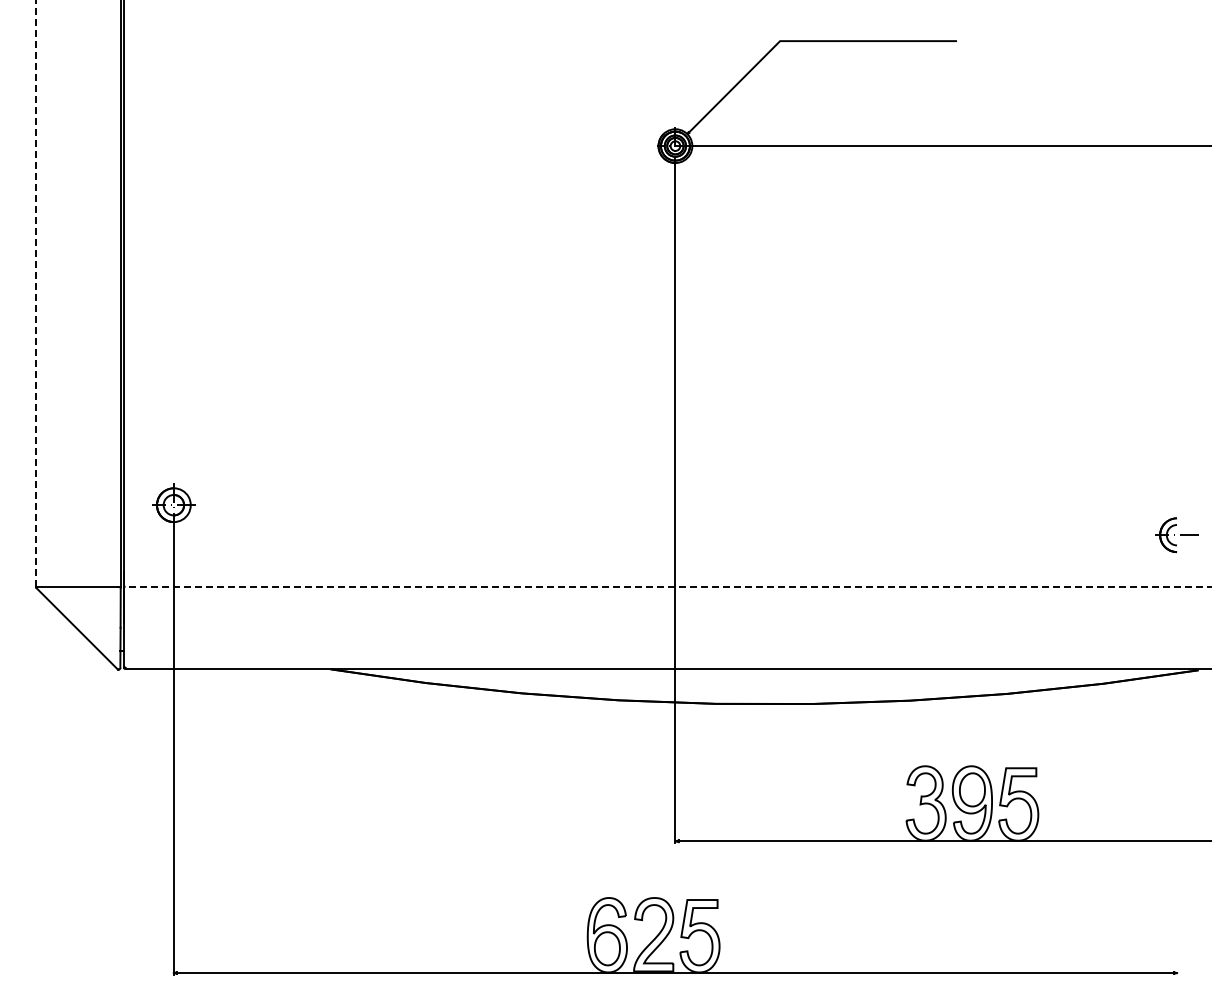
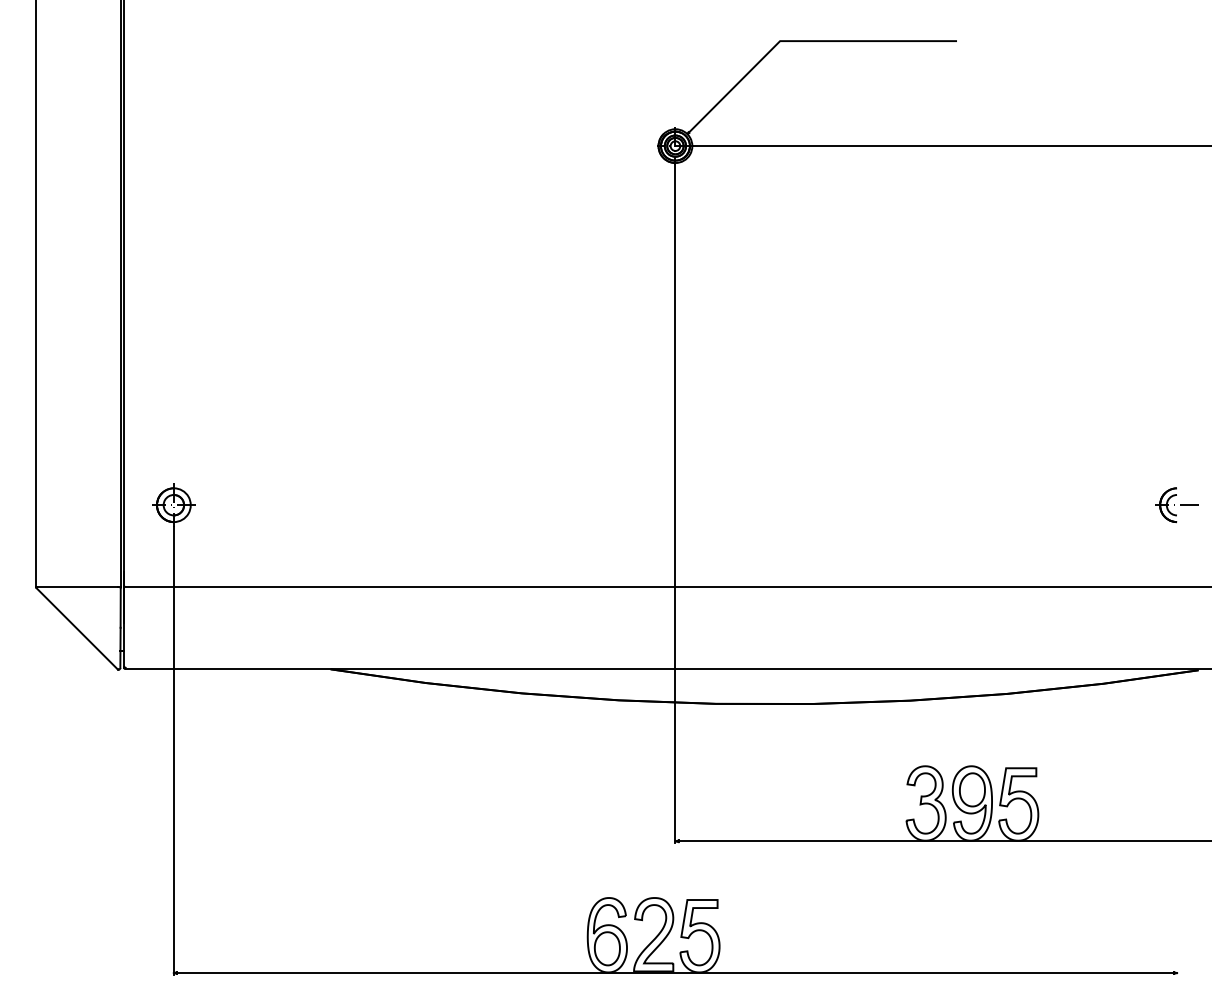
line at (36, 293): dashed -> solid
part at (1176, 535) position: (1176, 535) -> (1176, 505)
line at (668, 586): dashed -> solid
